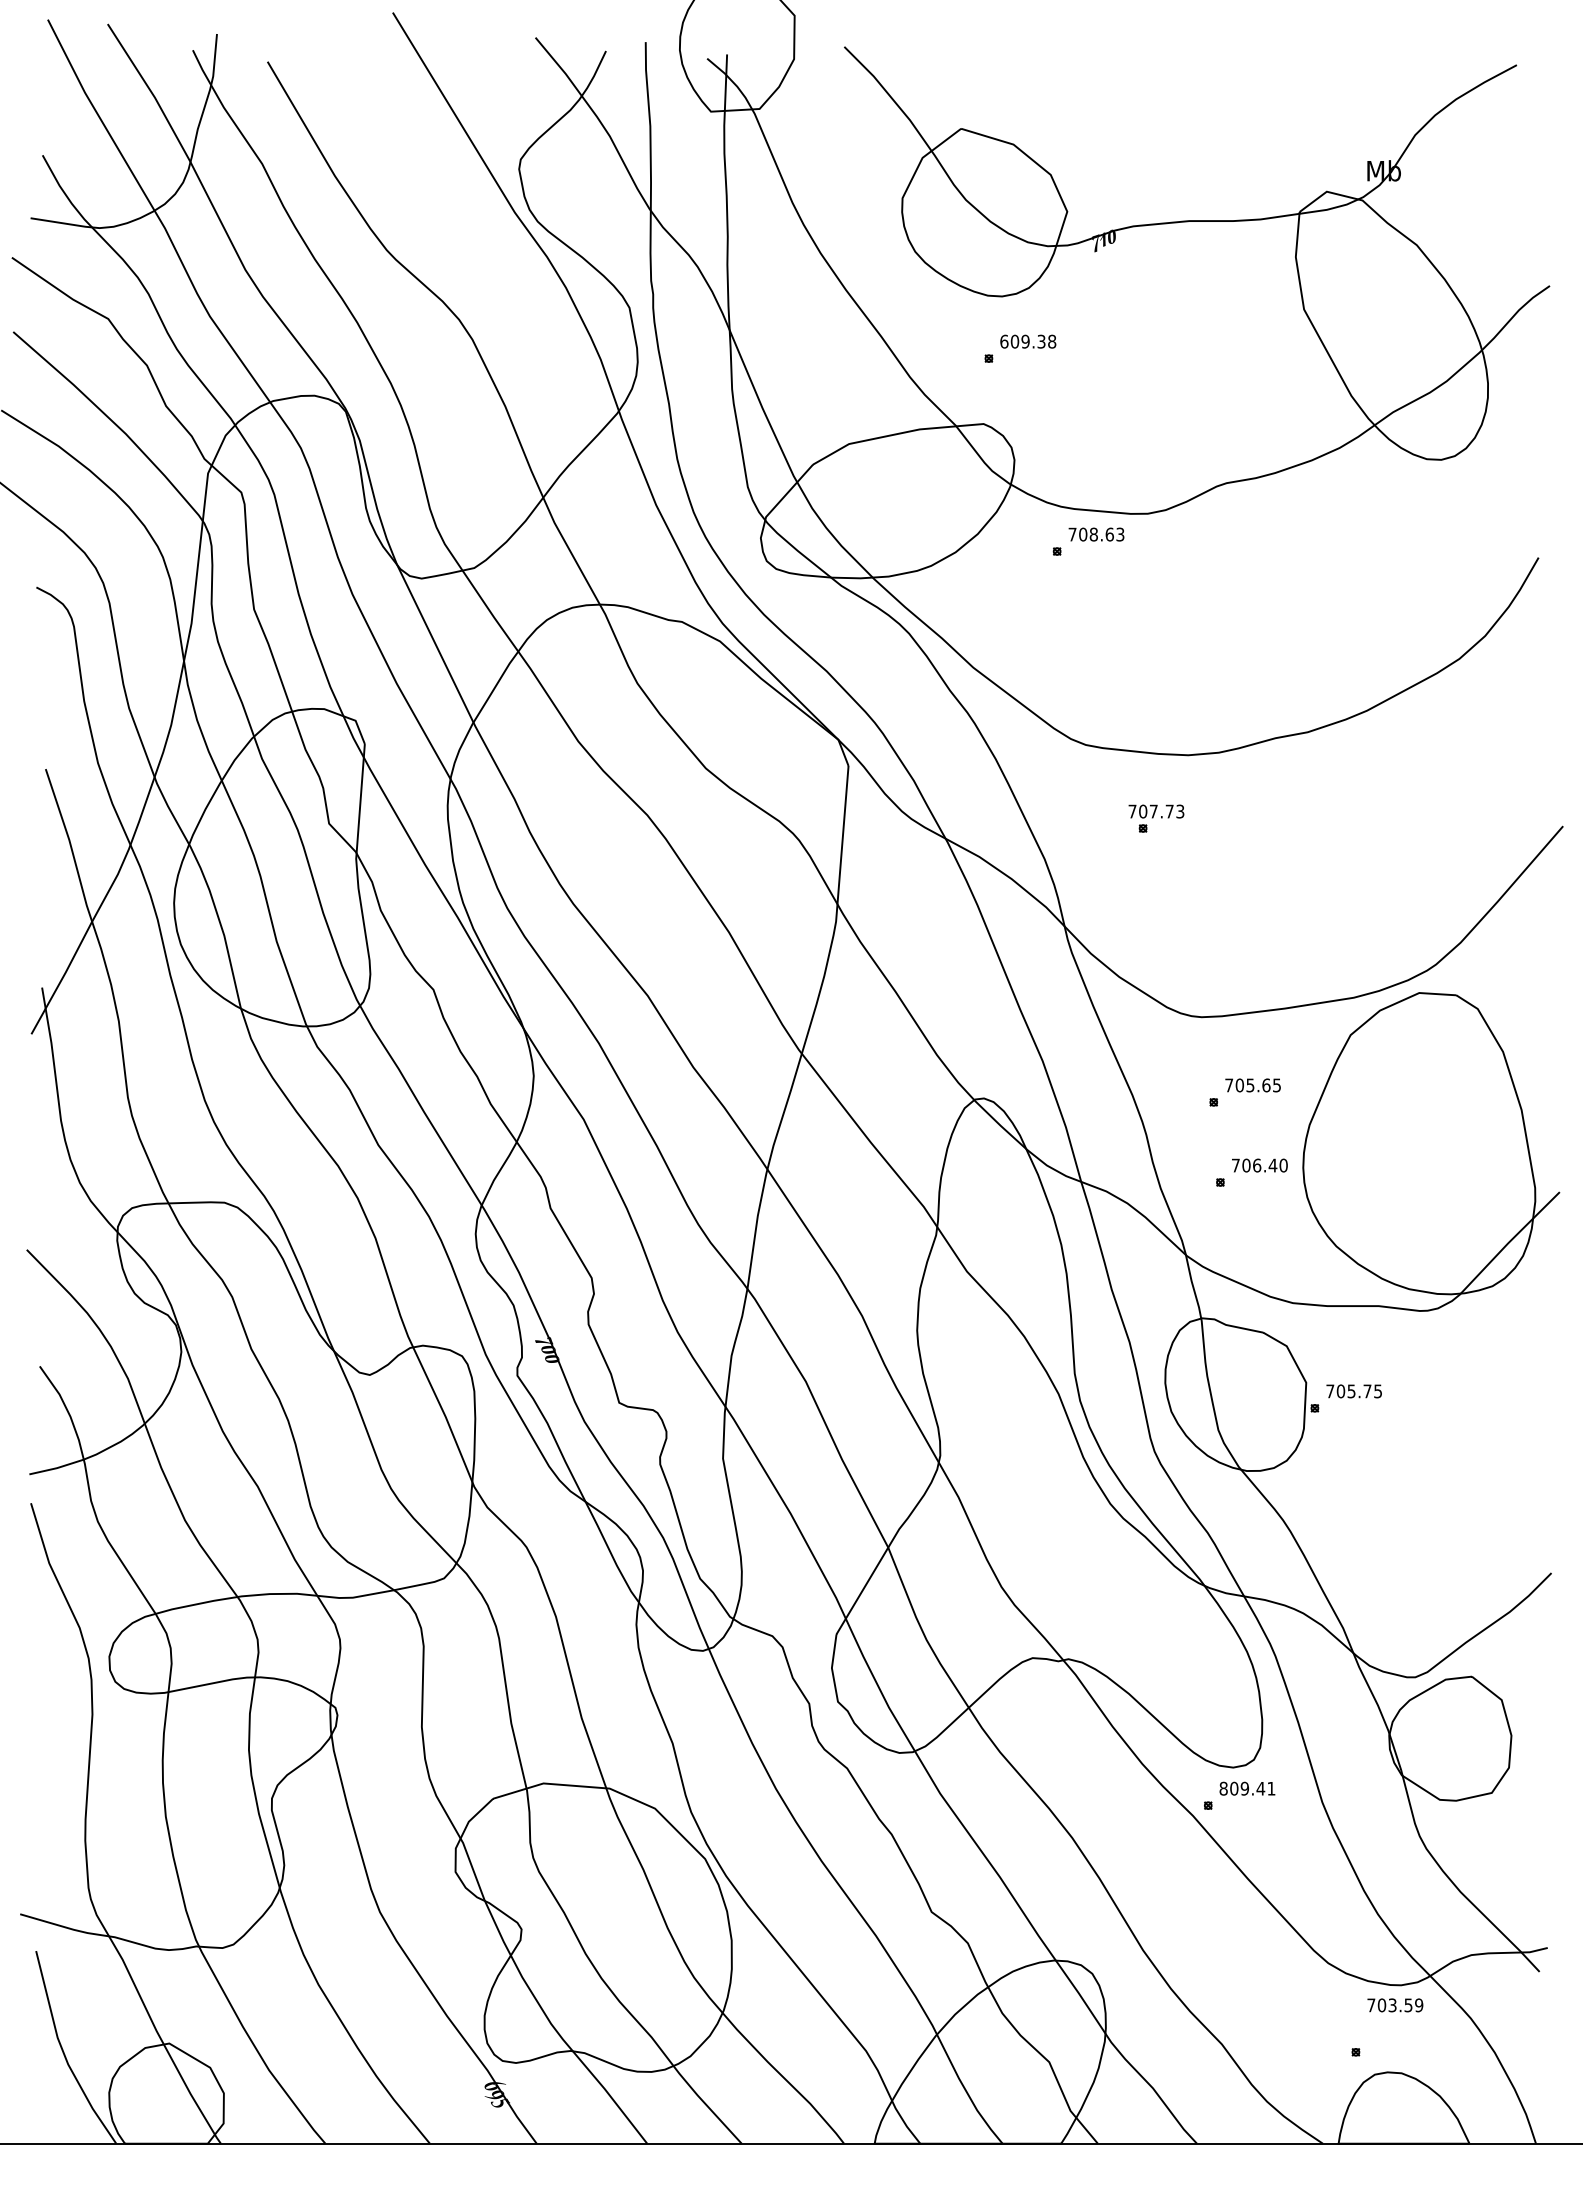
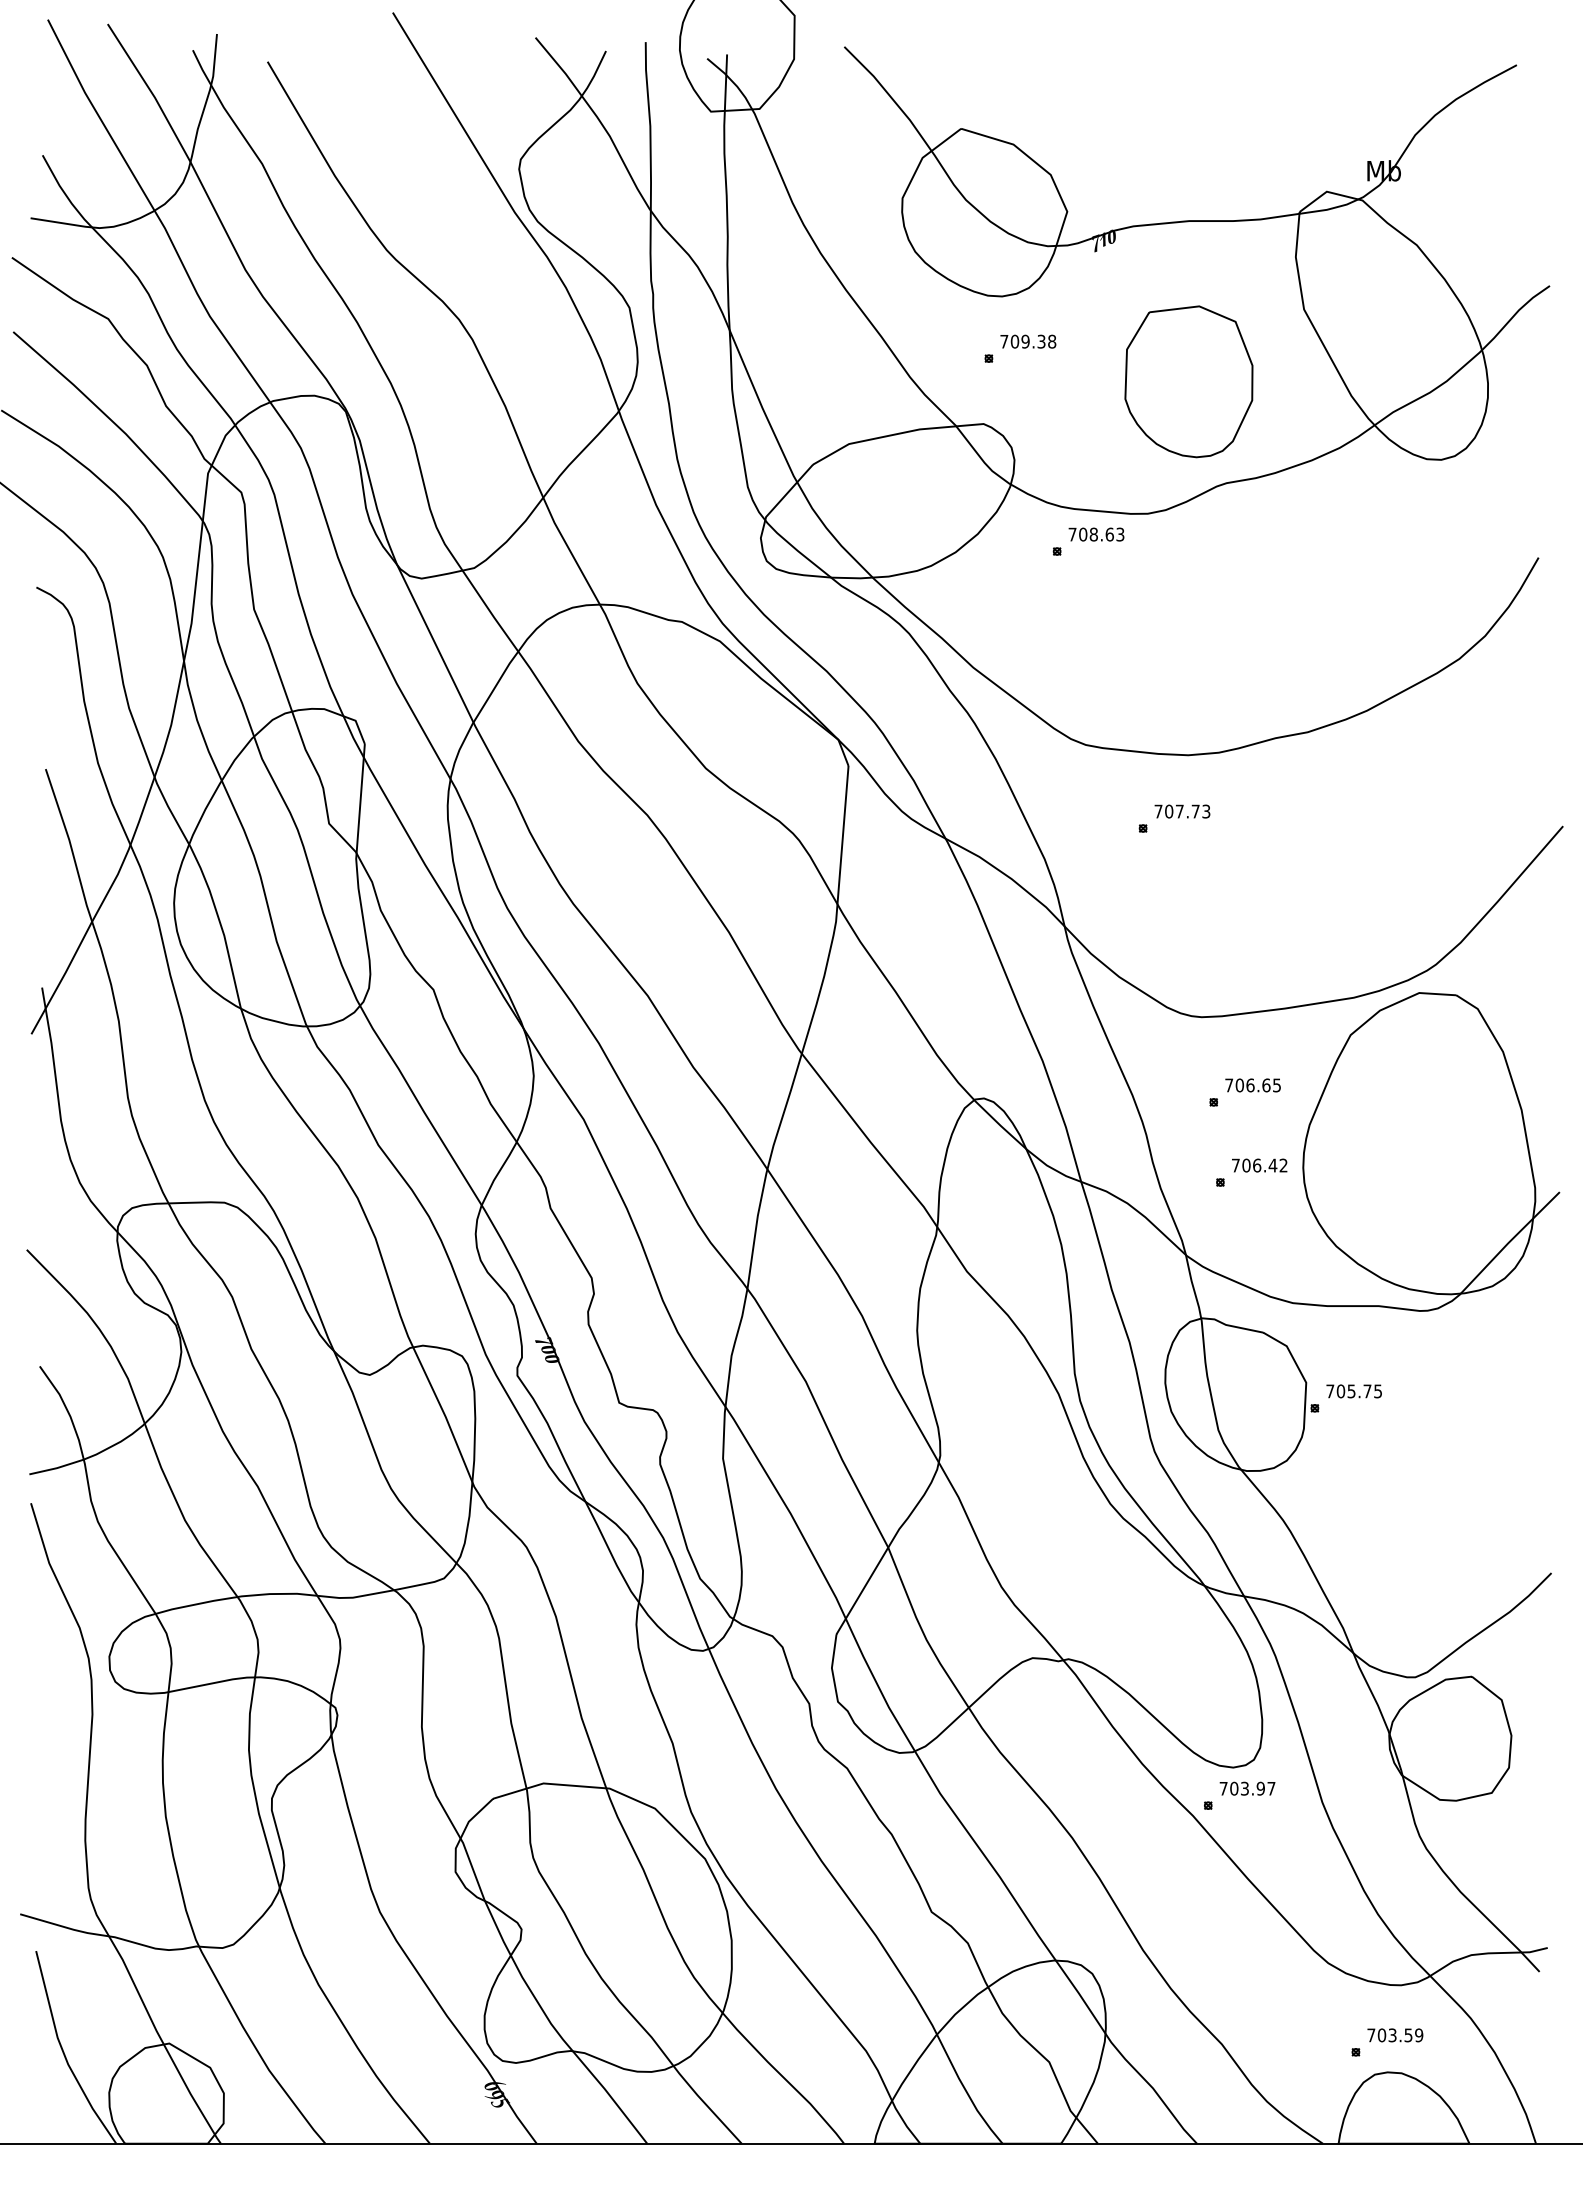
text at (1004, 341): 609.38 -> 709.38
part at (1188, 381): none -> present
text at (1156, 811) position: (1156, 811) -> (1182, 811)
text at (1250, 1085): 705.65 -> 706.65
text at (1283, 1165): 706.40 -> 706.42
text at (1247, 1788): 809.41 -> 703.97
text at (1395, 2005) position: (1395, 2005) -> (1395, 2035)
